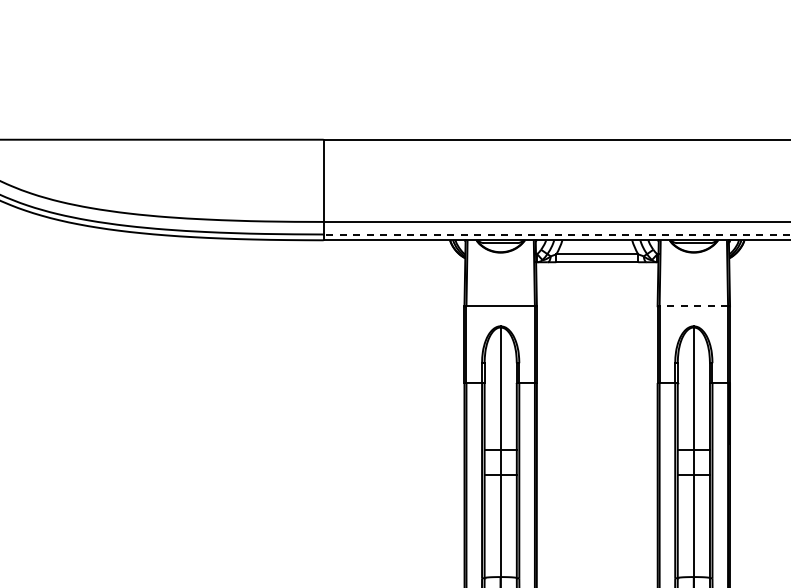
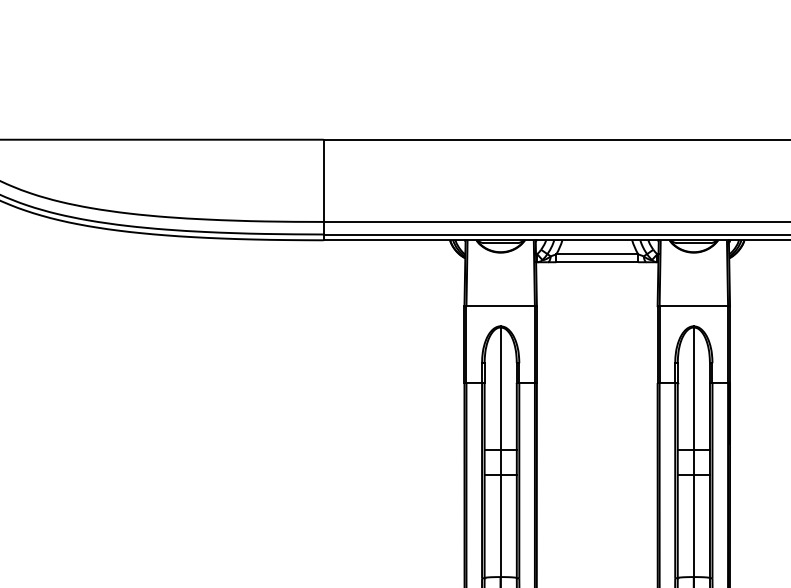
line at (556, 234): dashed -> solid
line at (693, 306): dashed -> solid
